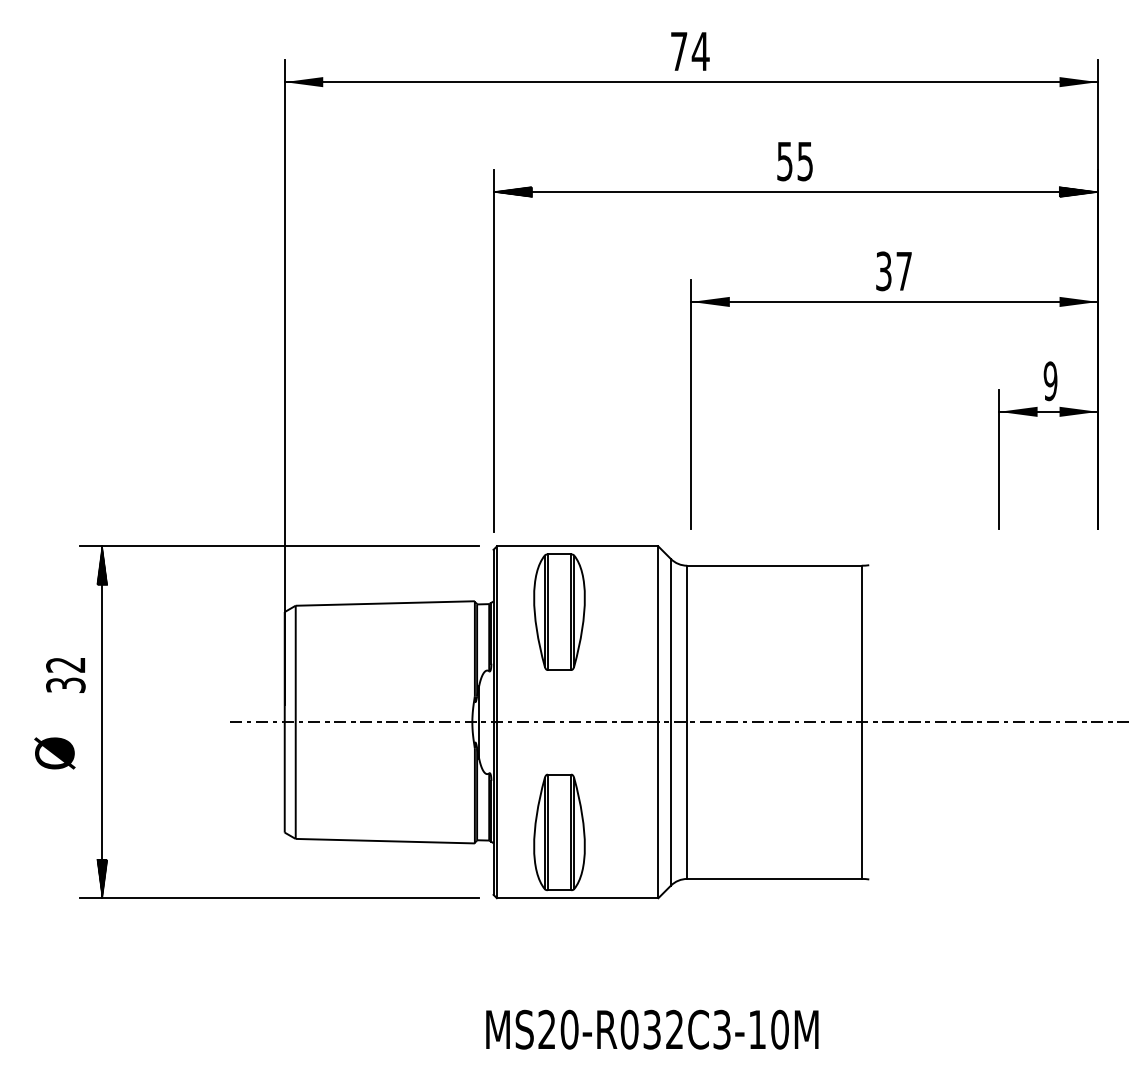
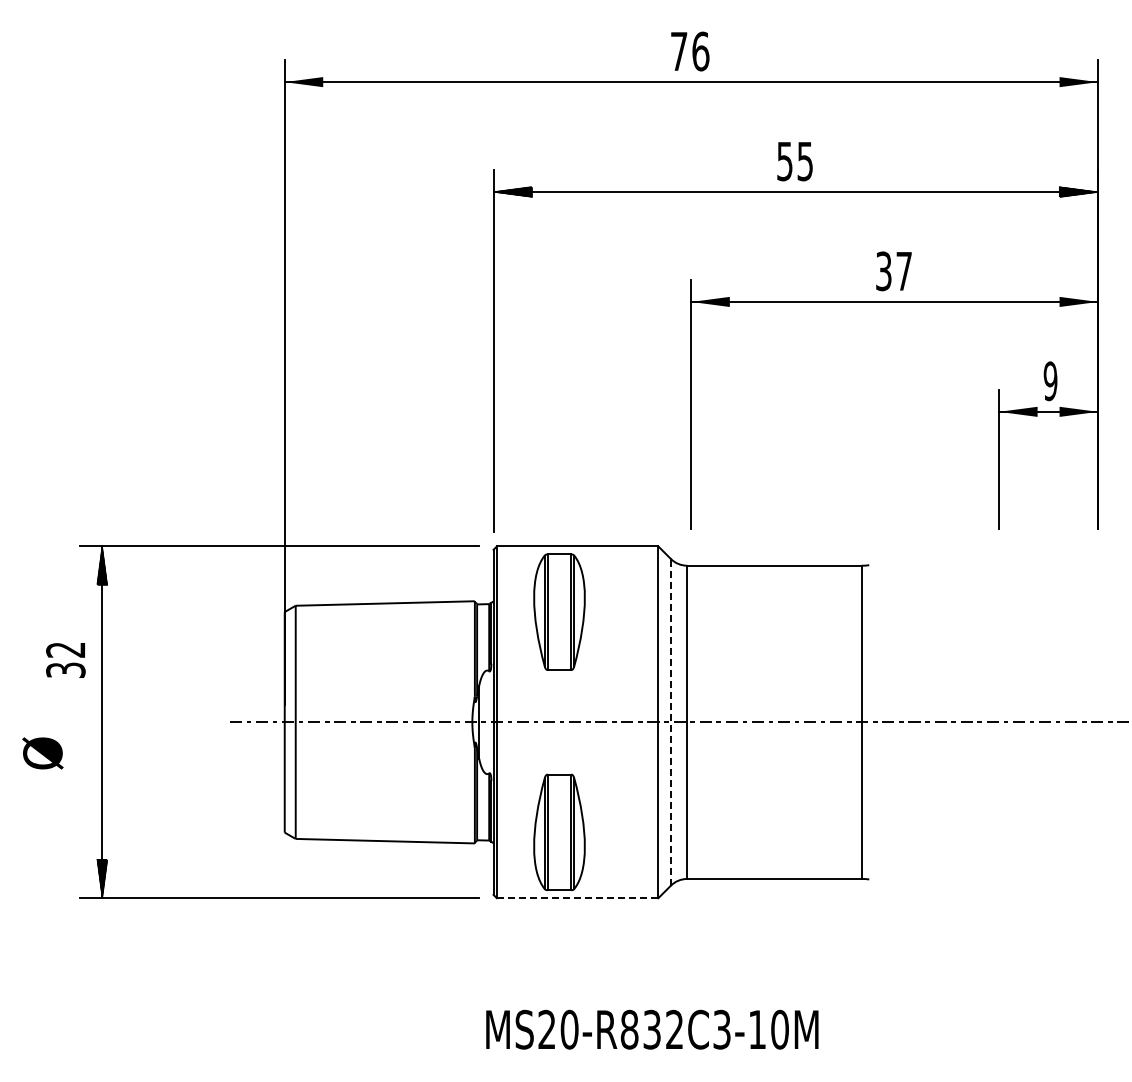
text at (700, 51): 74 -> 76
text at (65, 675) position: (65, 675) -> (65, 660)
line at (670, 721): solid -> dashed
text at (54, 753) position: (54, 753) -> (42, 753)
line at (577, 898): solid -> dashed
text at (629, 1029): MS20-R032C3-10M -> MS20-R832C3-10M
